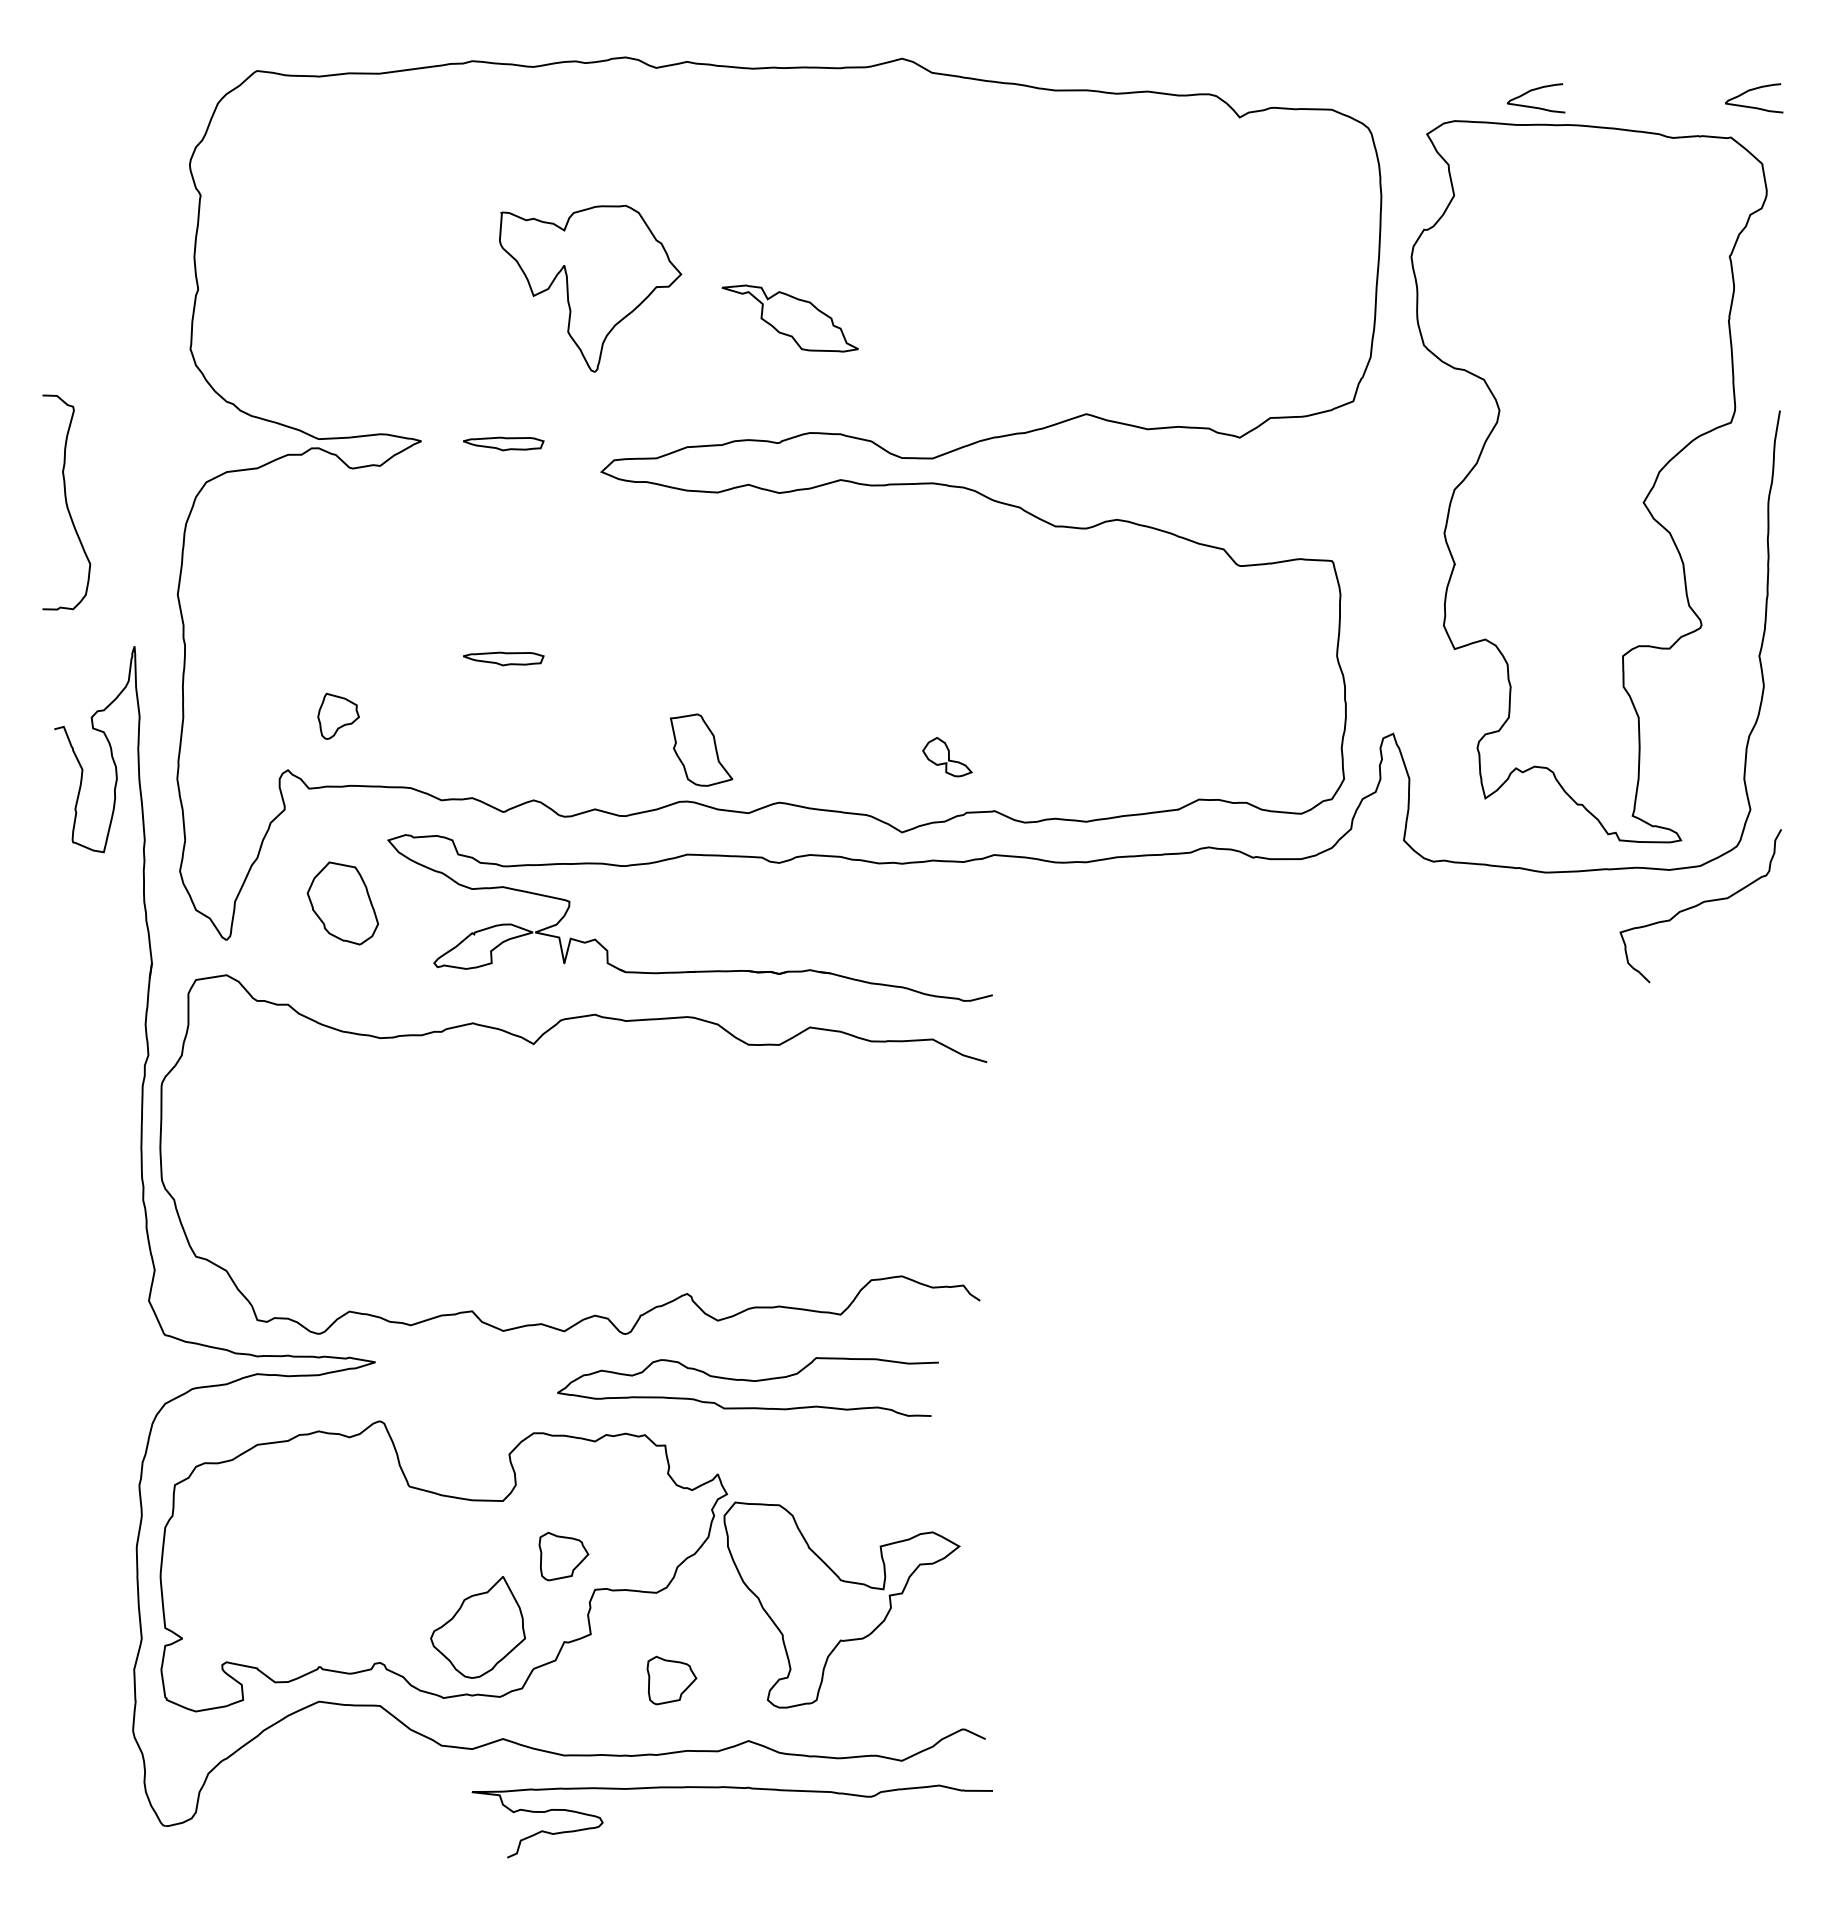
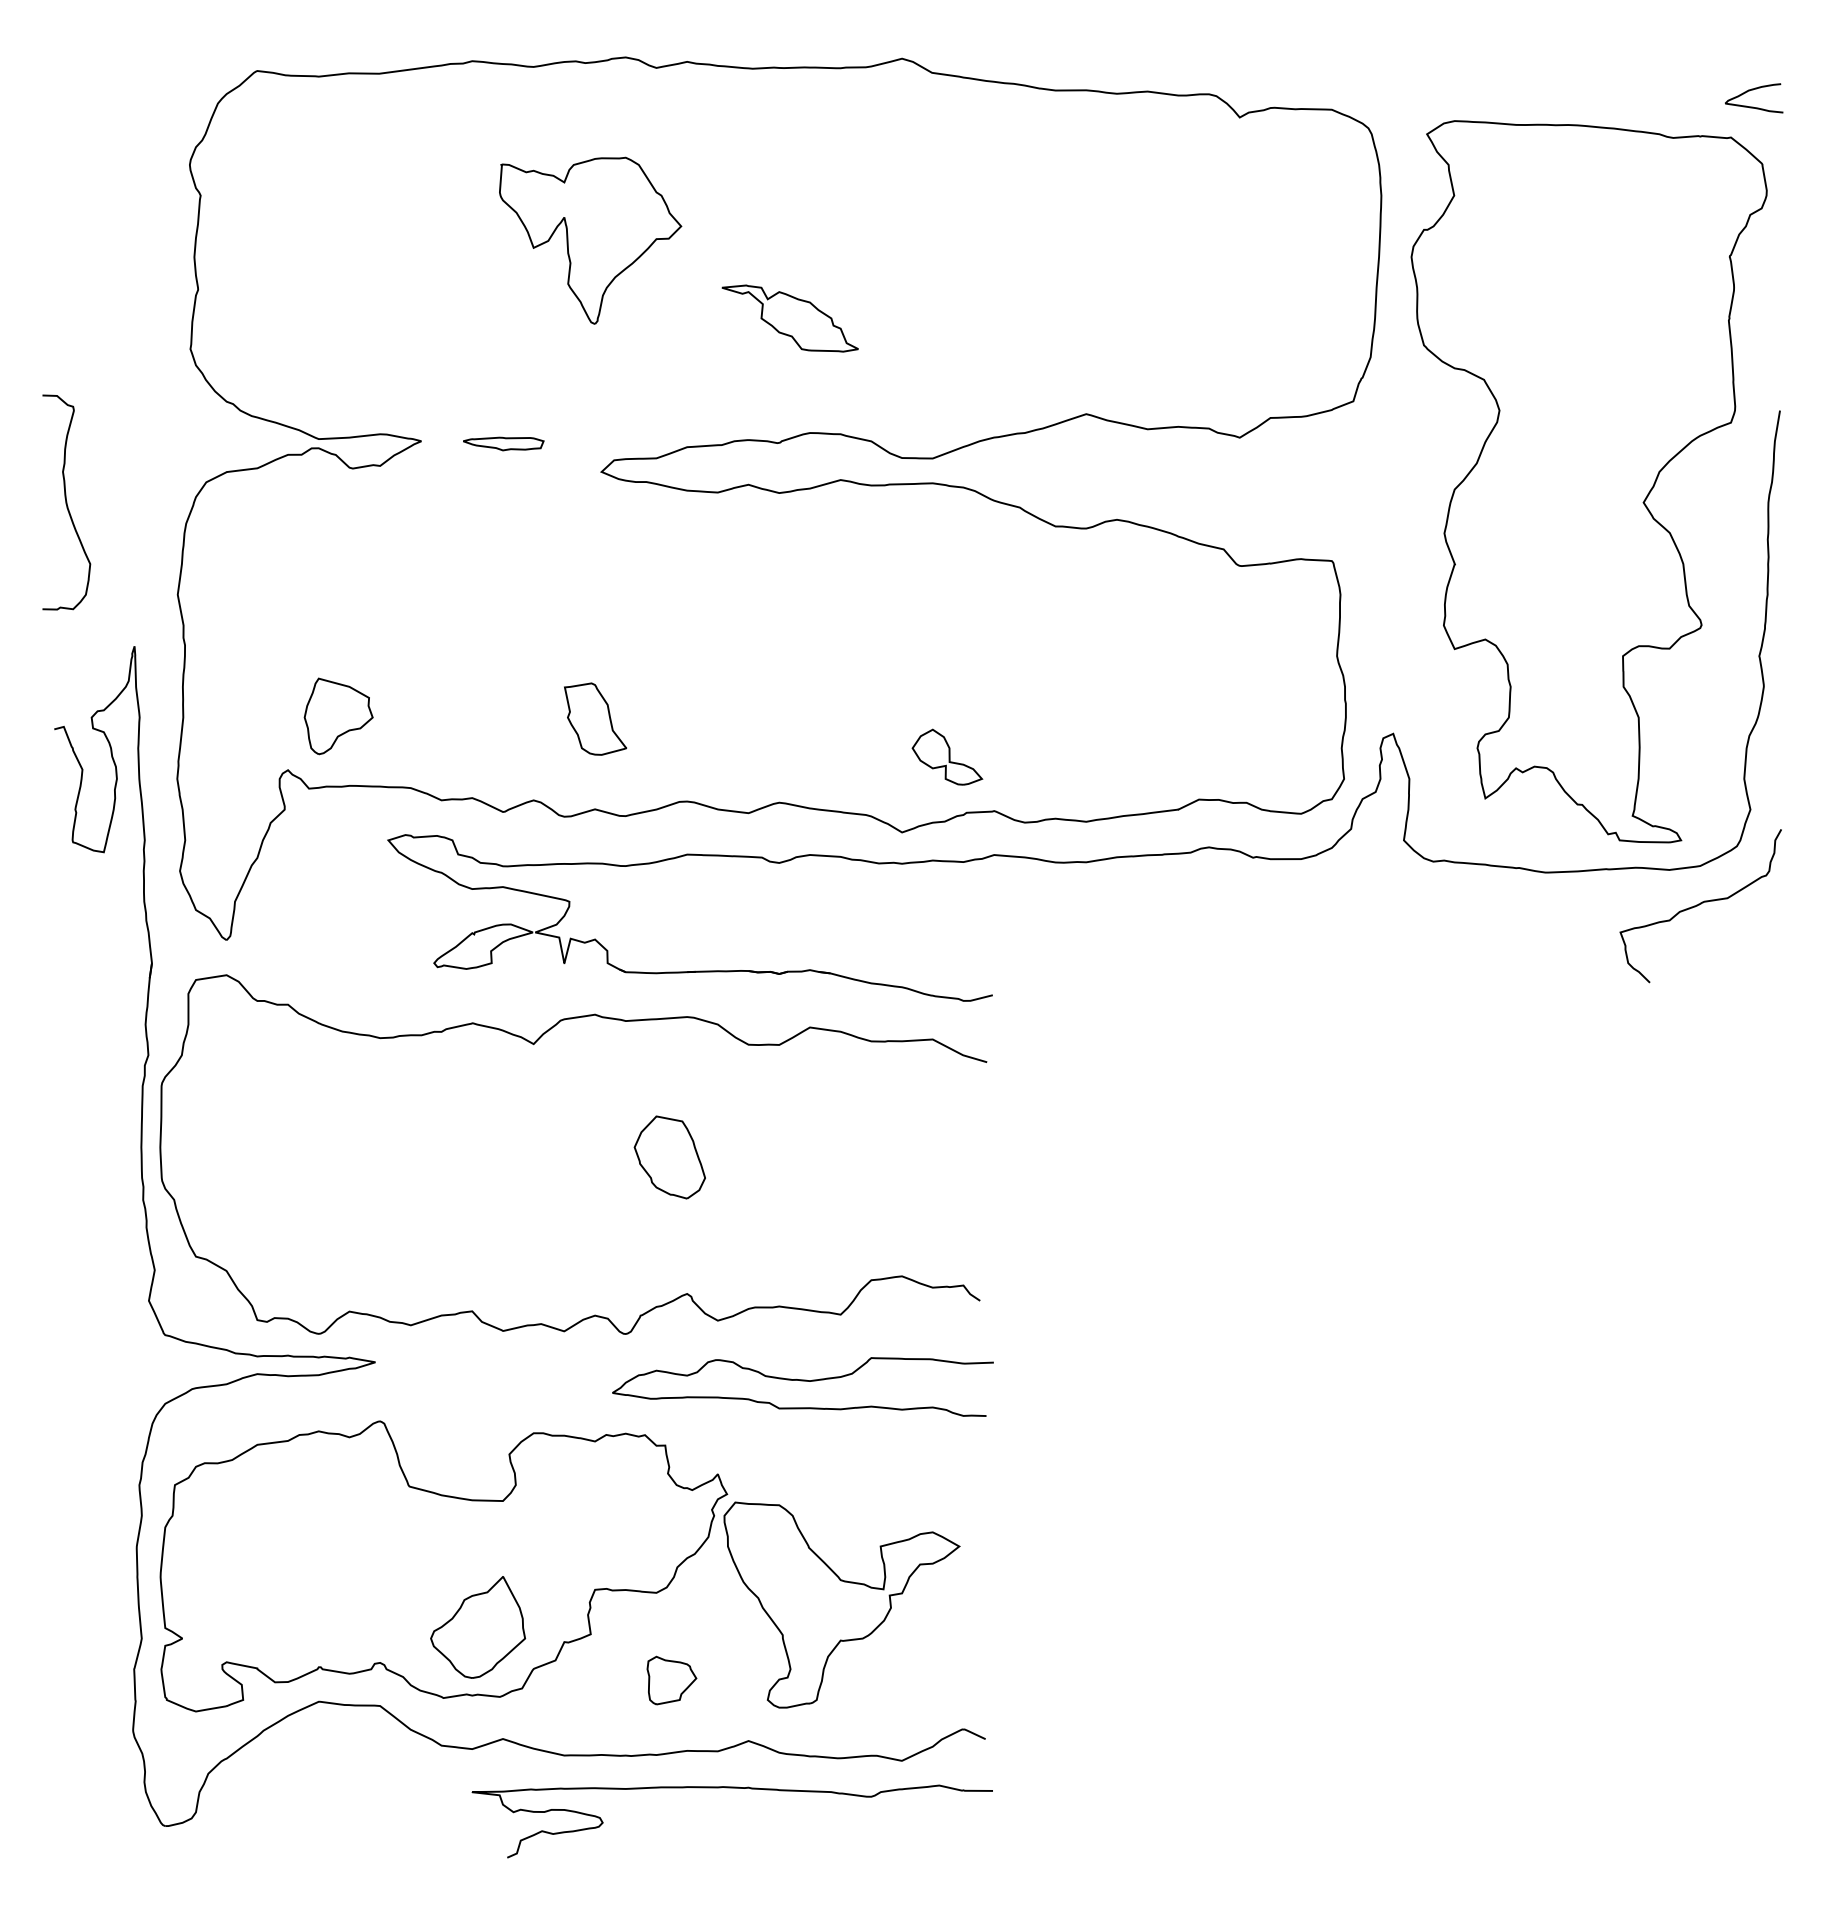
curve at (1535, 90): present -> none
part at (590, 288) position: (590, 288) -> (590, 240)
part at (503, 658): present -> none
part at (338, 715) size: 43x48 px -> 71x79 px
part at (701, 749) position: (701, 749) -> (595, 718)
part at (947, 757) size: 51x41 px -> 73x58 px
part at (342, 903) position: (342, 903) -> (669, 1157)
curve at (747, 1381) position: (747, 1381) -> (802, 1381)
part at (563, 1556): present -> none
